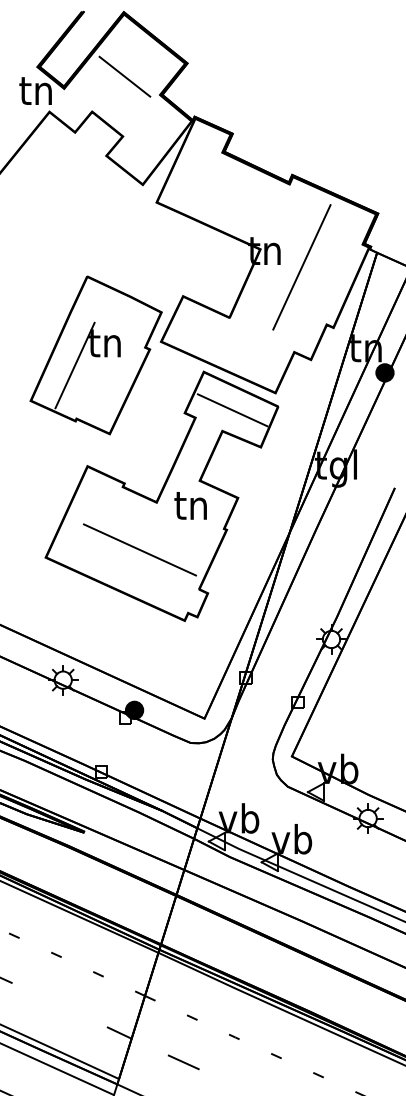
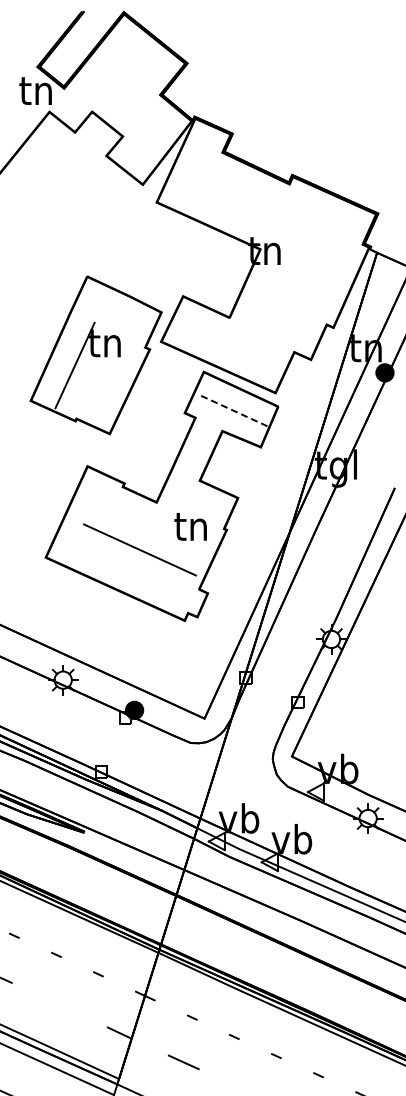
line at (124, 76): present -> none
line at (301, 267): present -> none
line at (232, 410): solid -> dashed
text at (190, 505) position: (190, 505) -> (190, 526)
